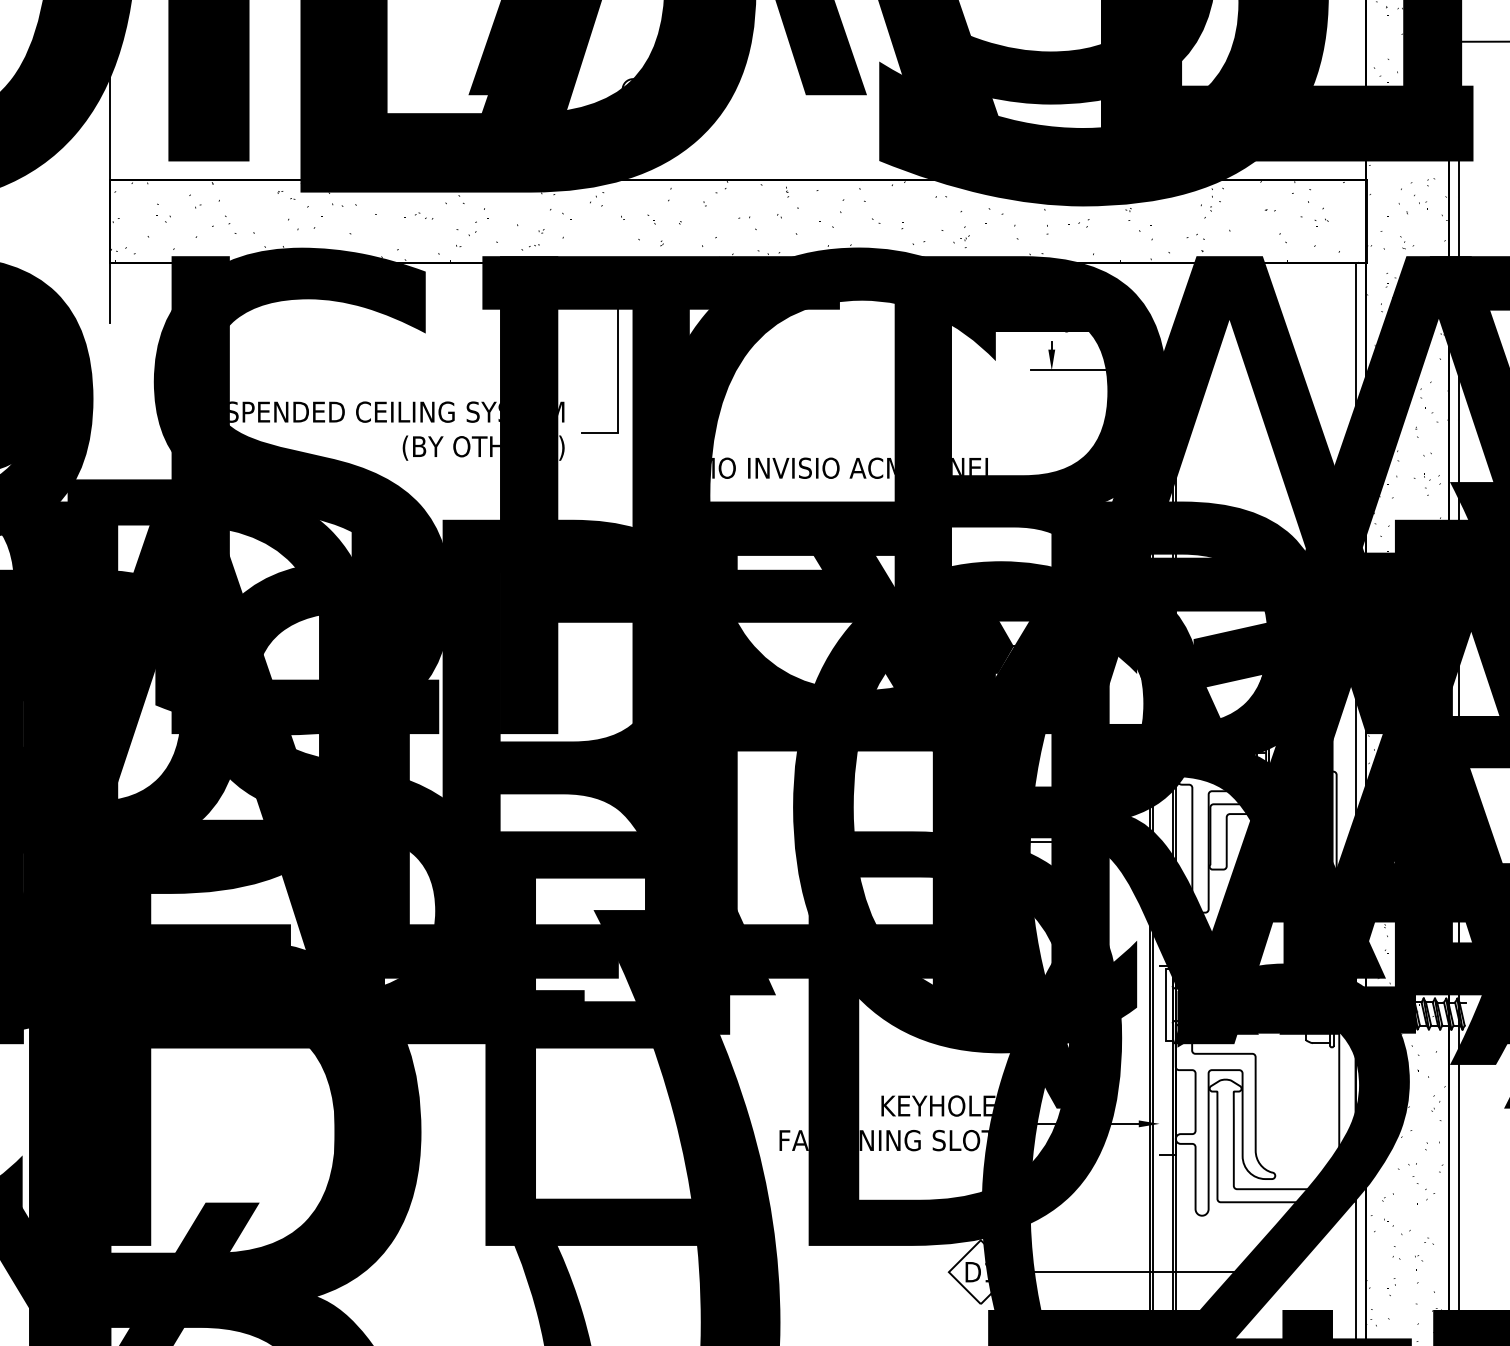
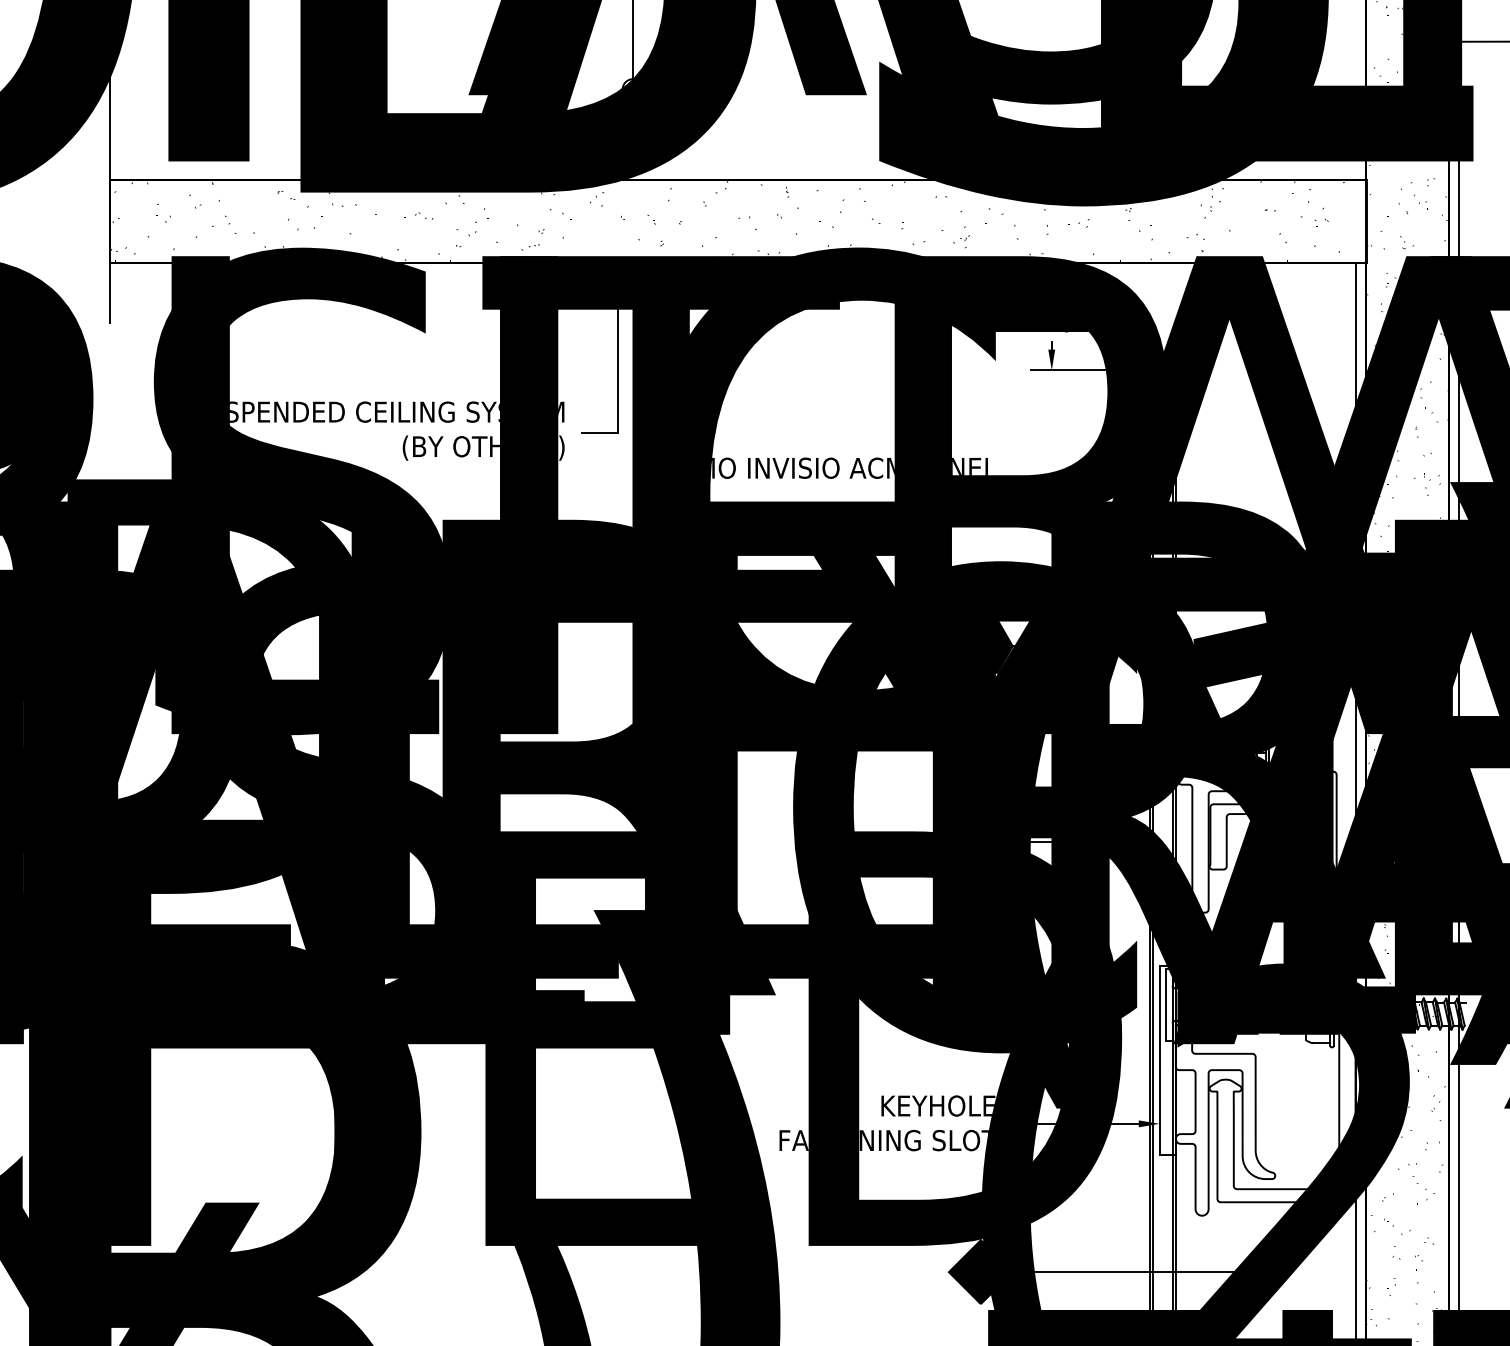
line at (633, 40): none -> present
line at (1159, 1059): none -> present
fill at (980, 1272): none -> present
